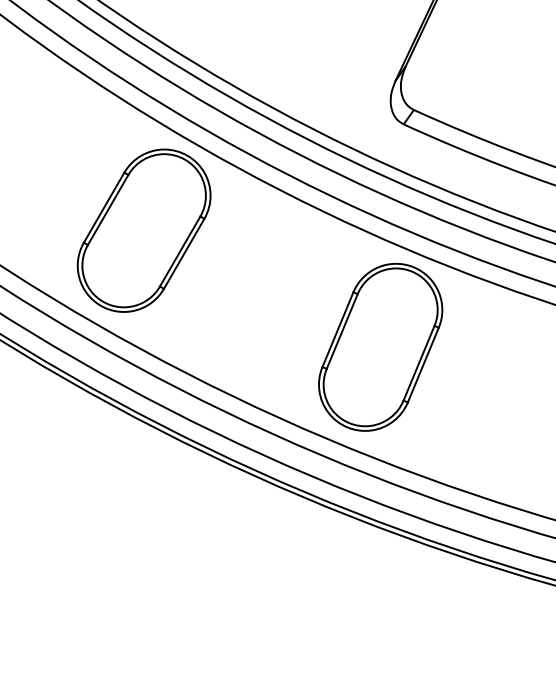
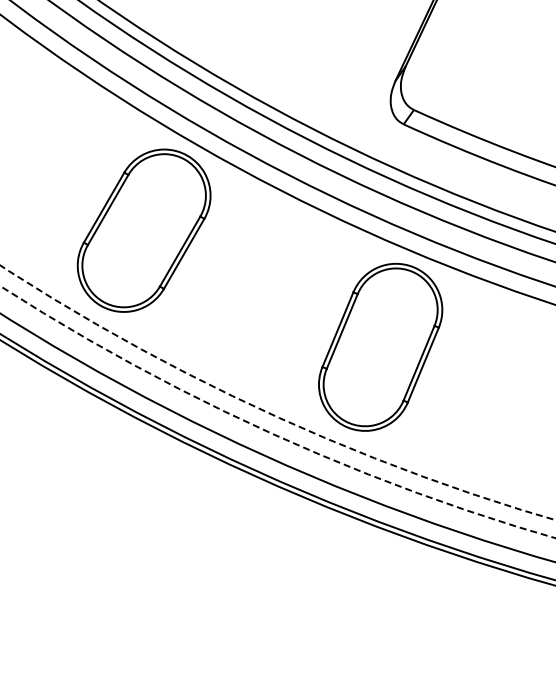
circle at (277, 392): solid -> dashed
circle at (277, 412): solid -> dashed
